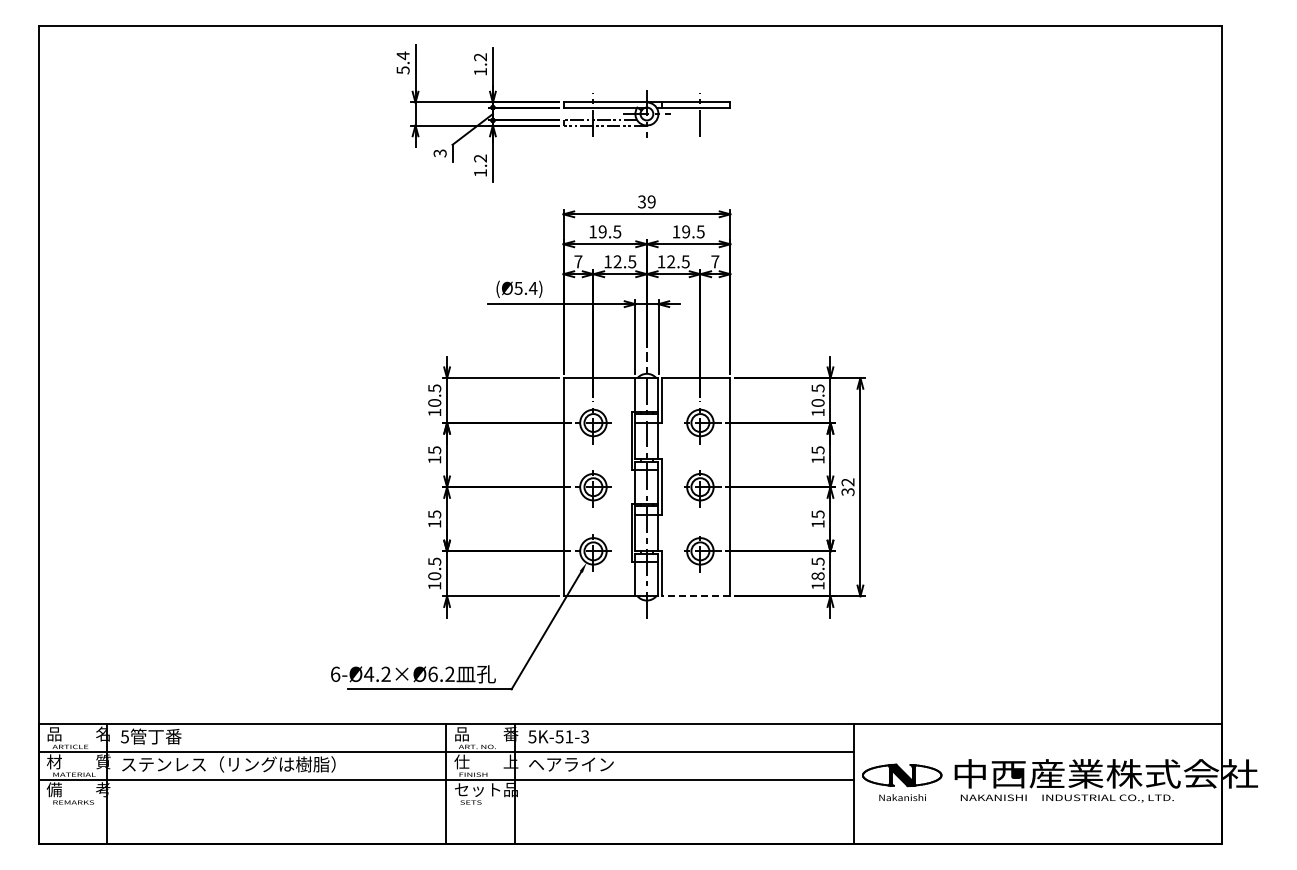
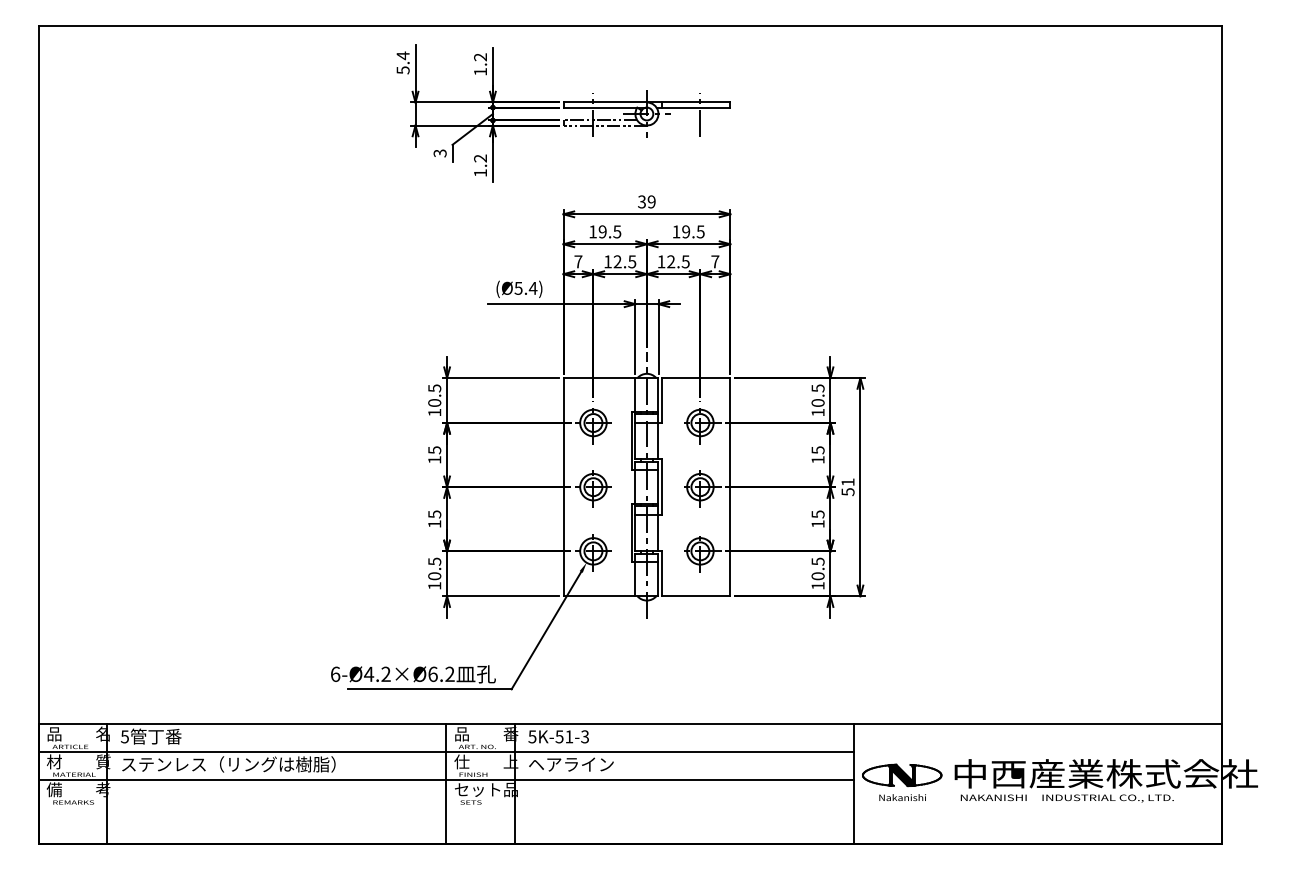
text at (847, 486): 32 -> 51
text at (818, 576): 18.5 -> 10.5
line at (695, 596): dashed -> solid
